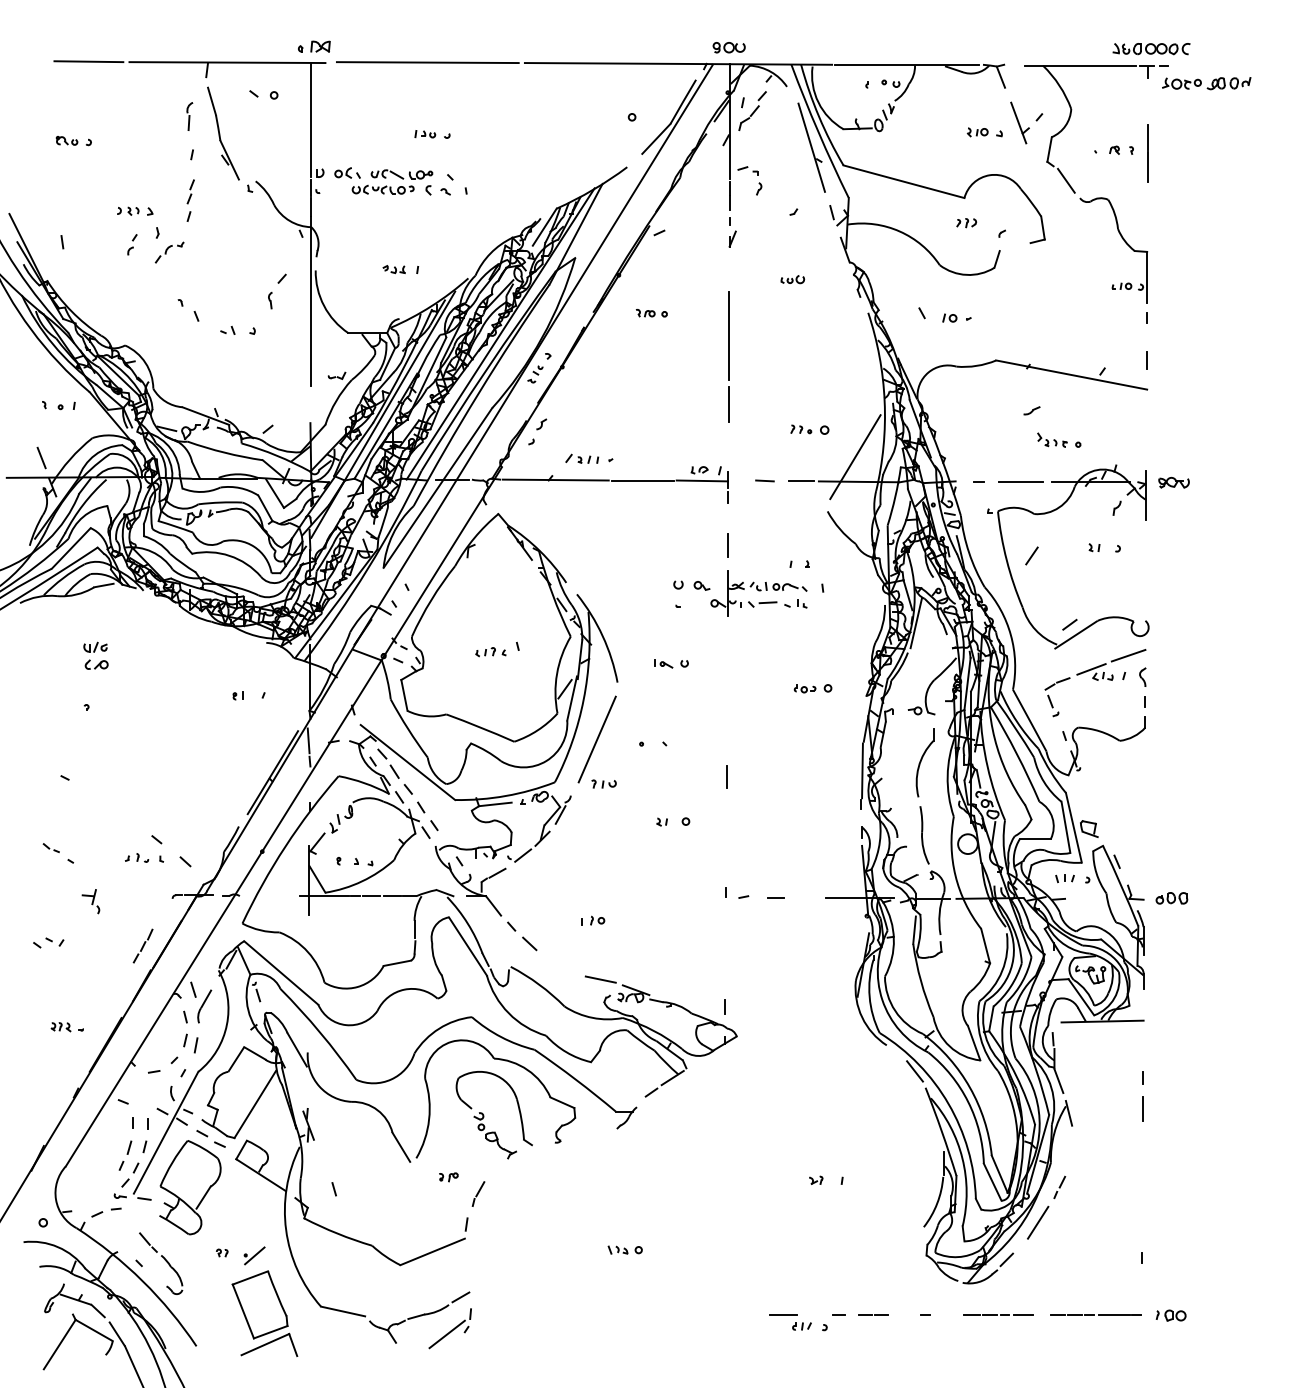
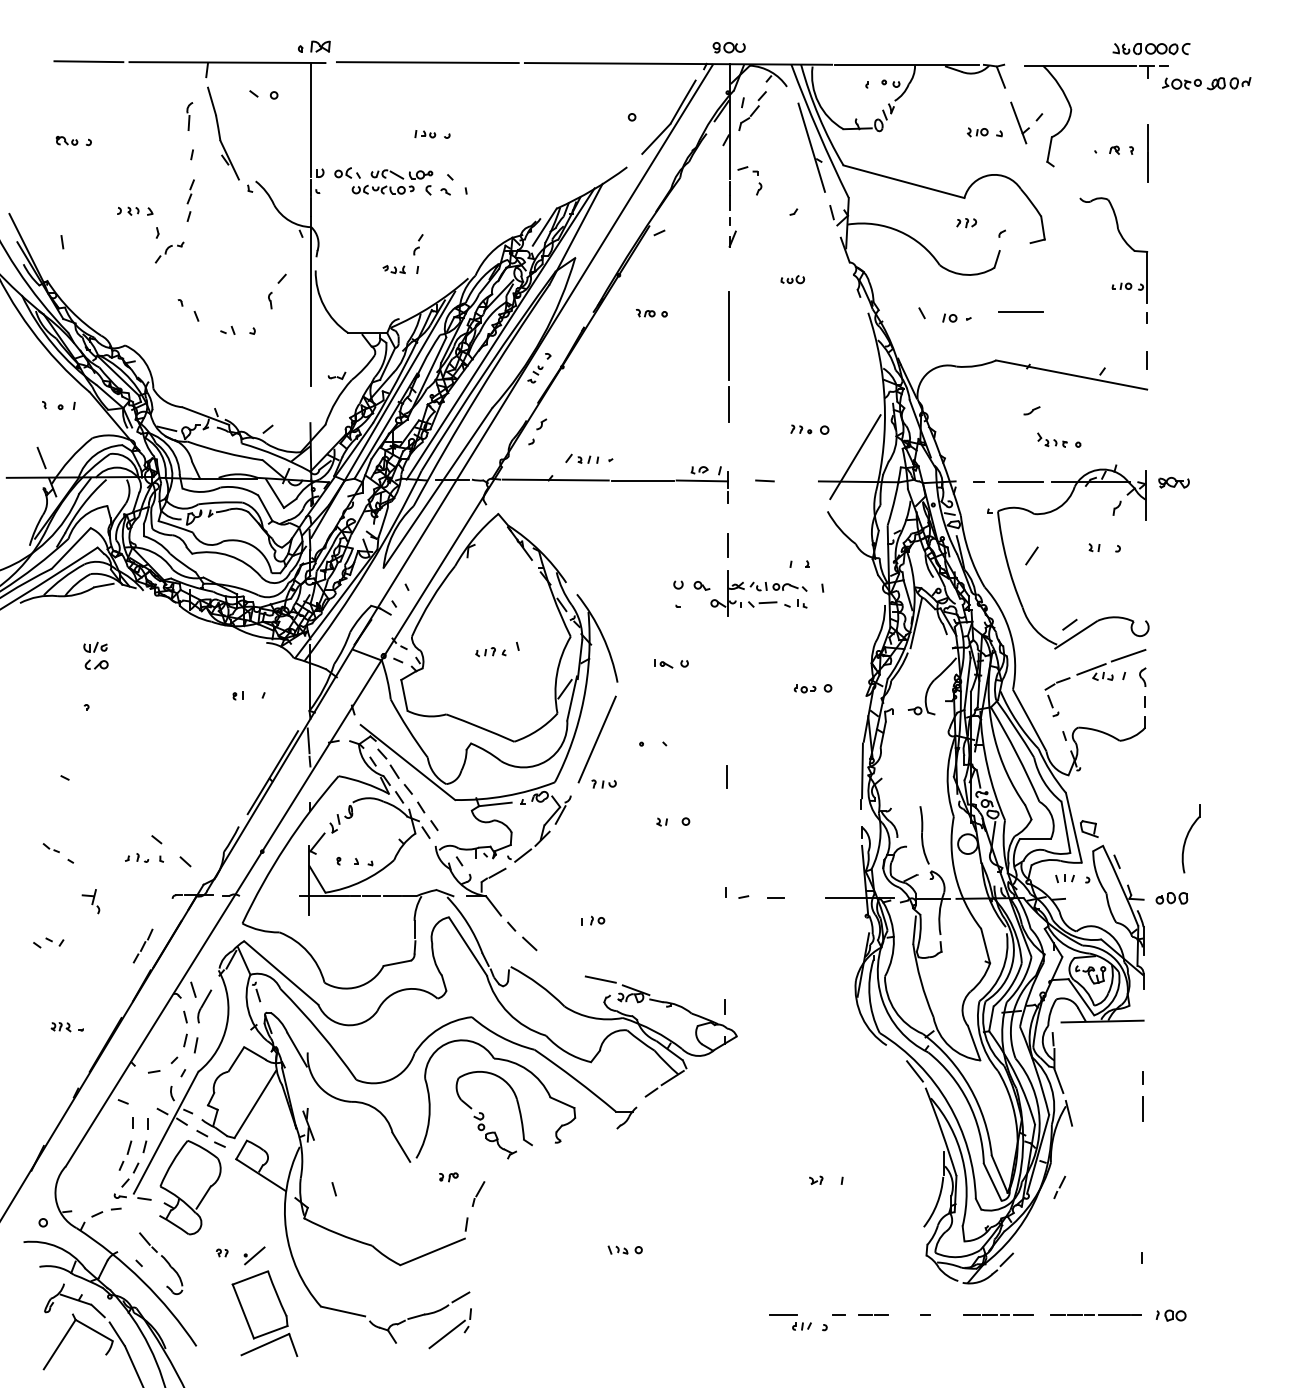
line at (1066, 180): present -> none
part at (132, 244) position: (132, 244) -> (418, 244)
line at (1020, 311): none -> present
line at (800, 481): present -> none
part at (924, 762) position: (924, 762) -> (1190, 838)
line at (1037, 1222): present -> none
